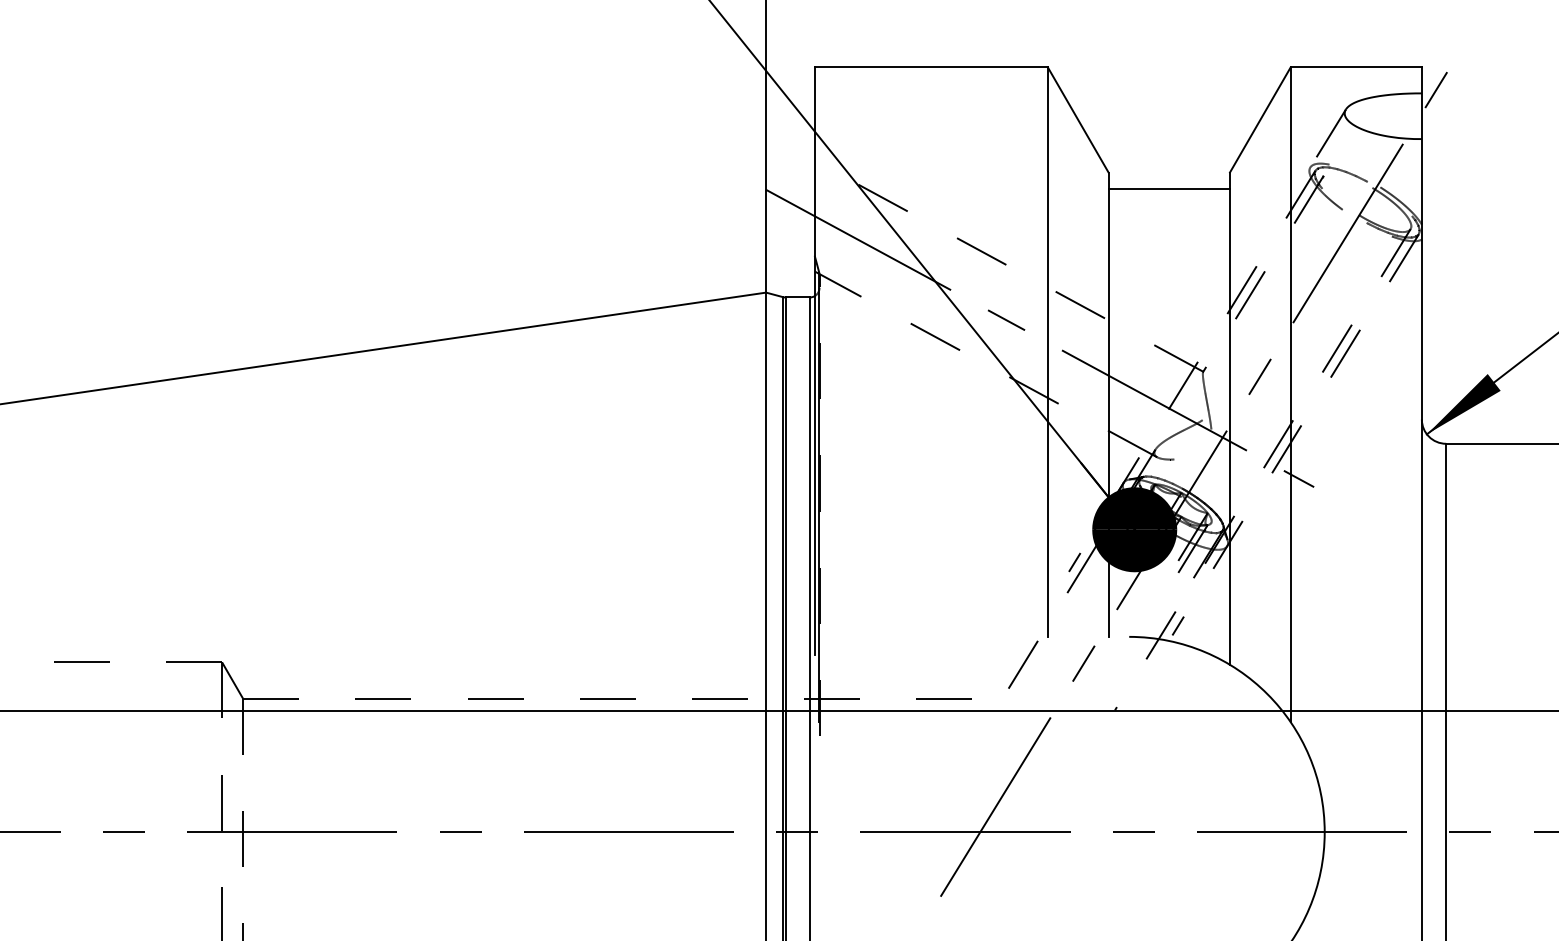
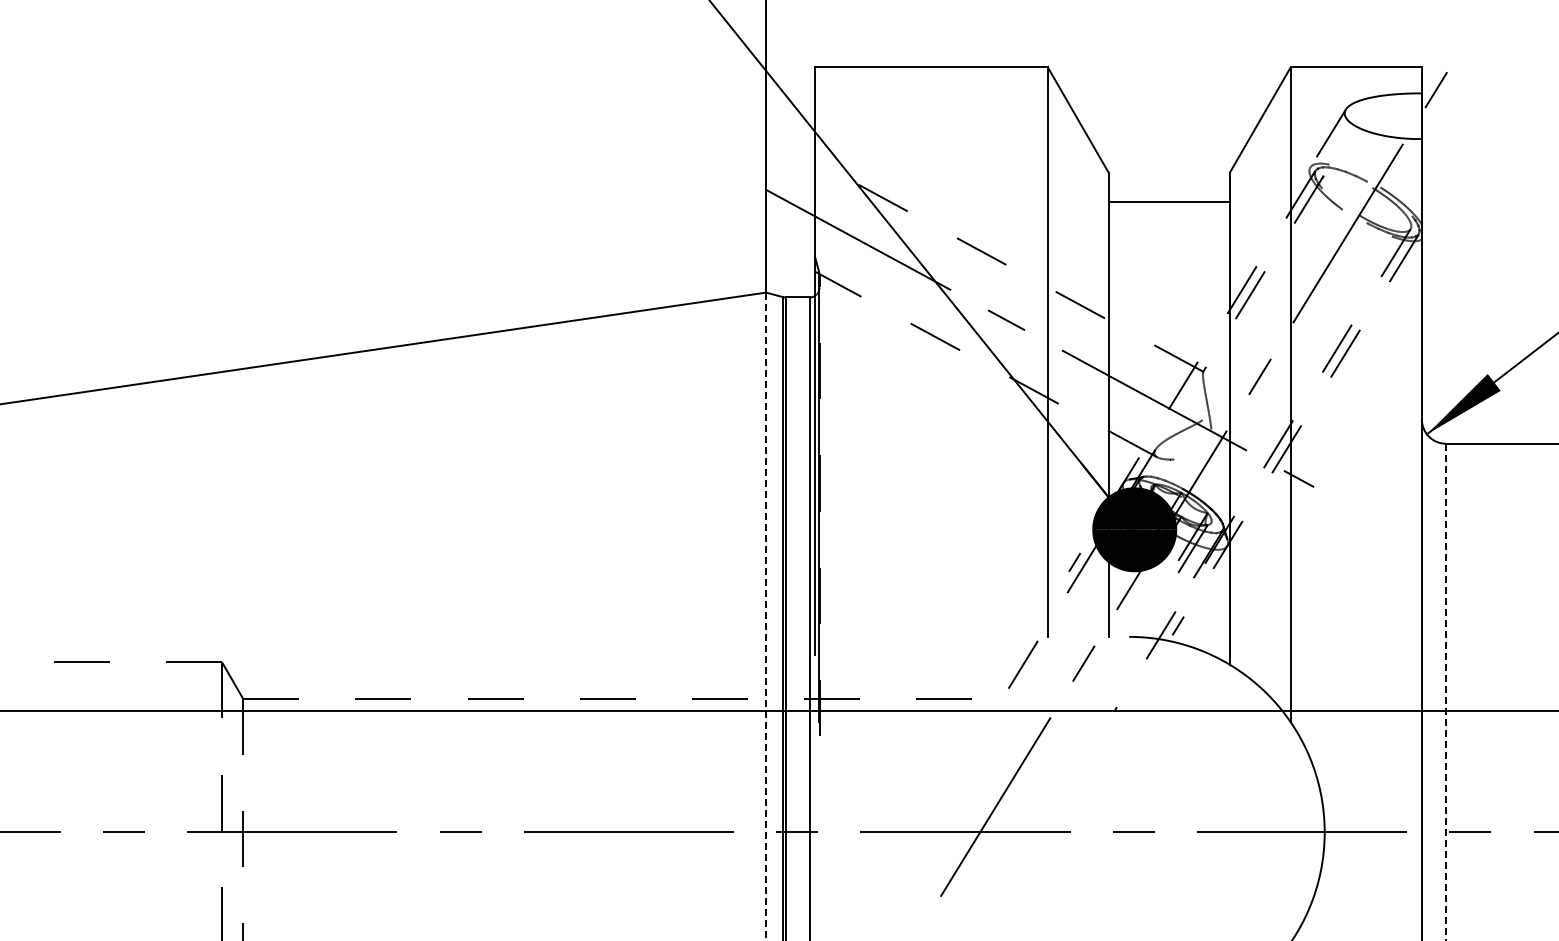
line at (1169, 188) position: (1169, 188) -> (1169, 201)
line at (766, 616): solid -> dashed
line at (1446, 692): solid -> dashed
